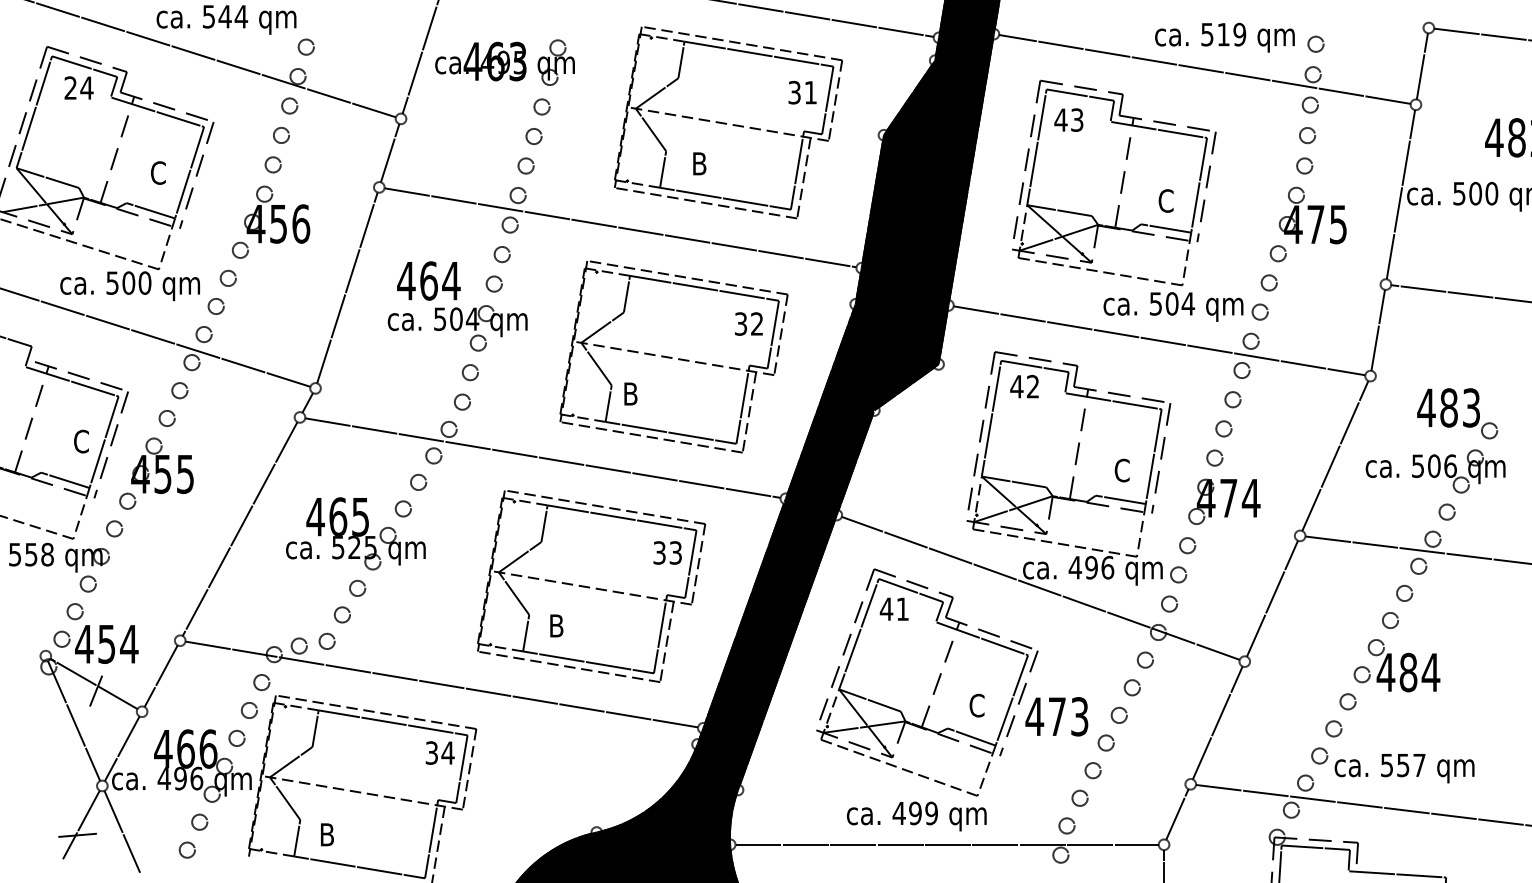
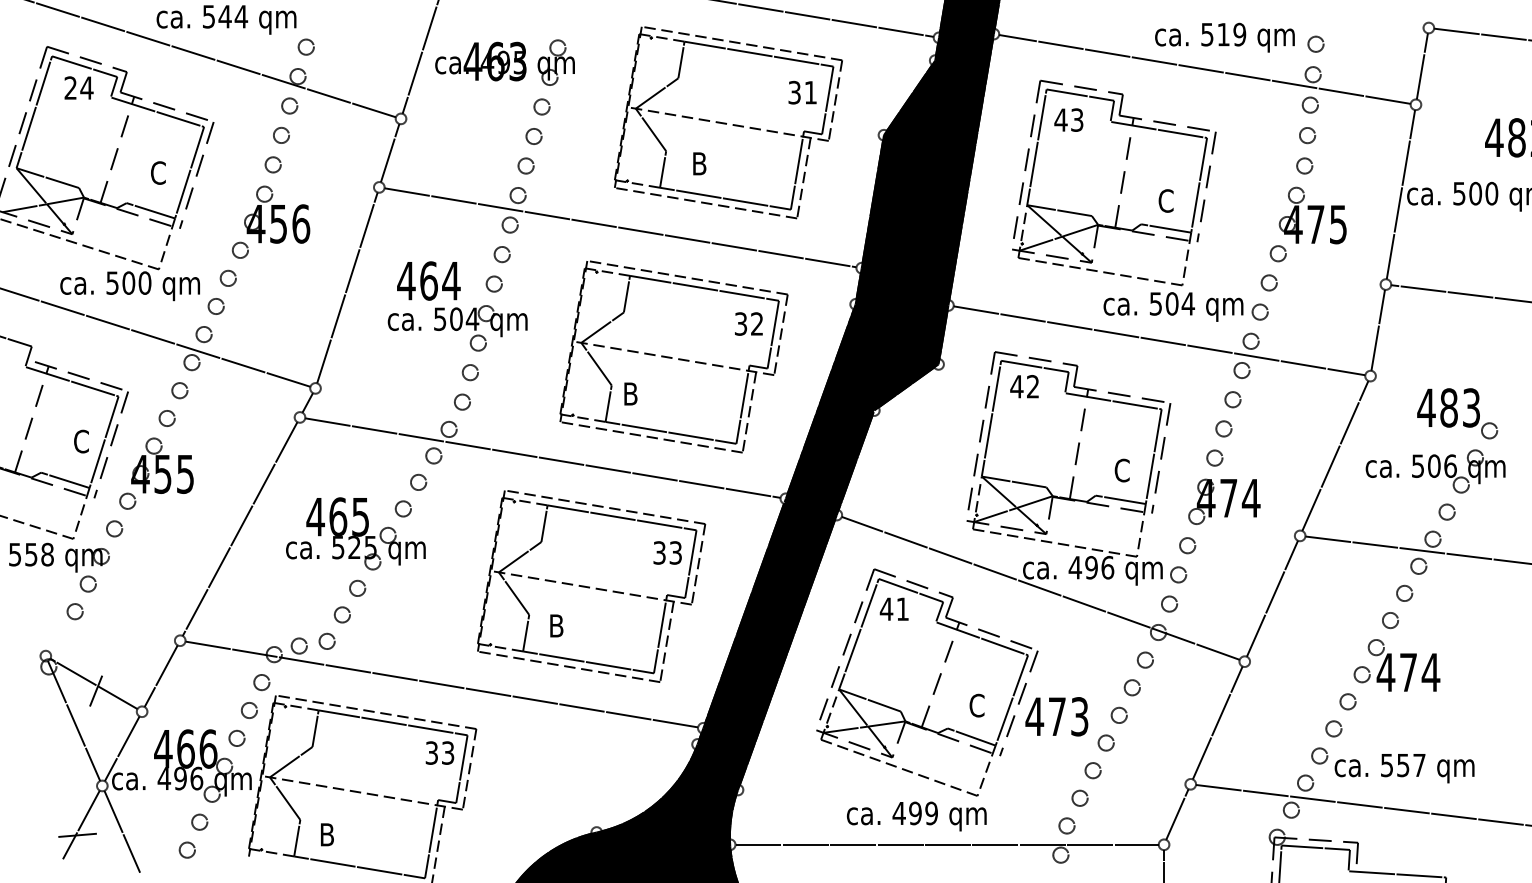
part at (95, 644): present -> none
text at (1408, 672): 484 -> 474
text at (447, 752): 34 -> 33
